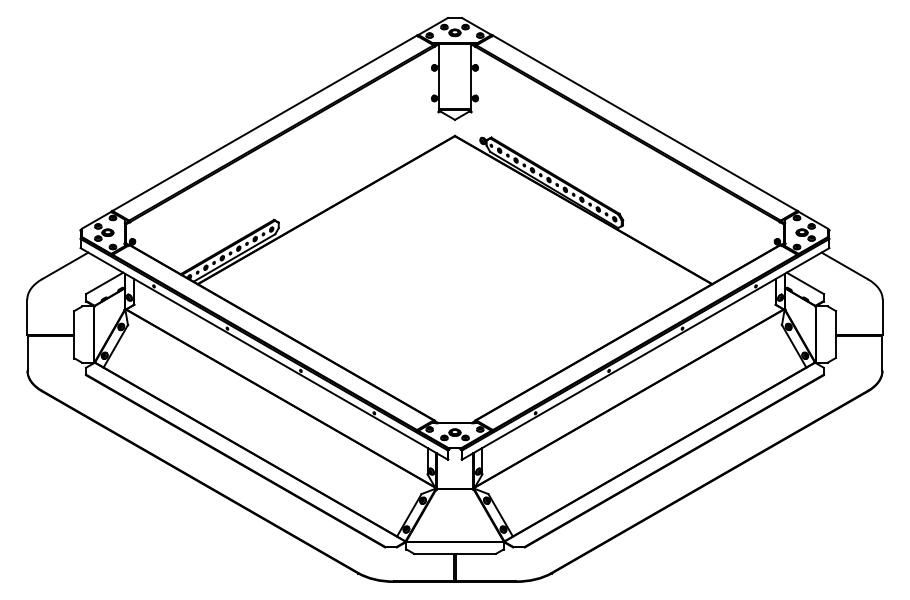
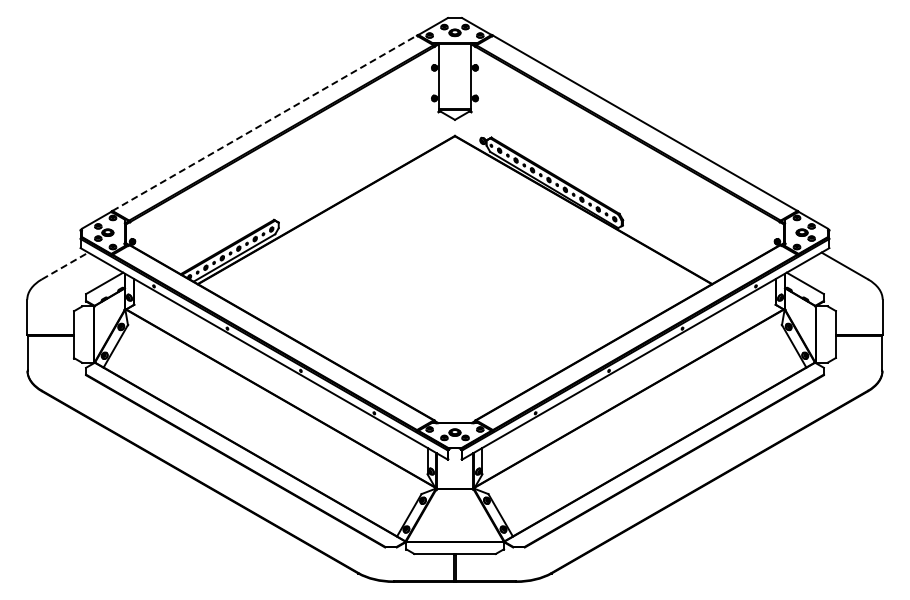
line at (264, 123): solid -> dashed
line at (65, 266): solid -> dashed
